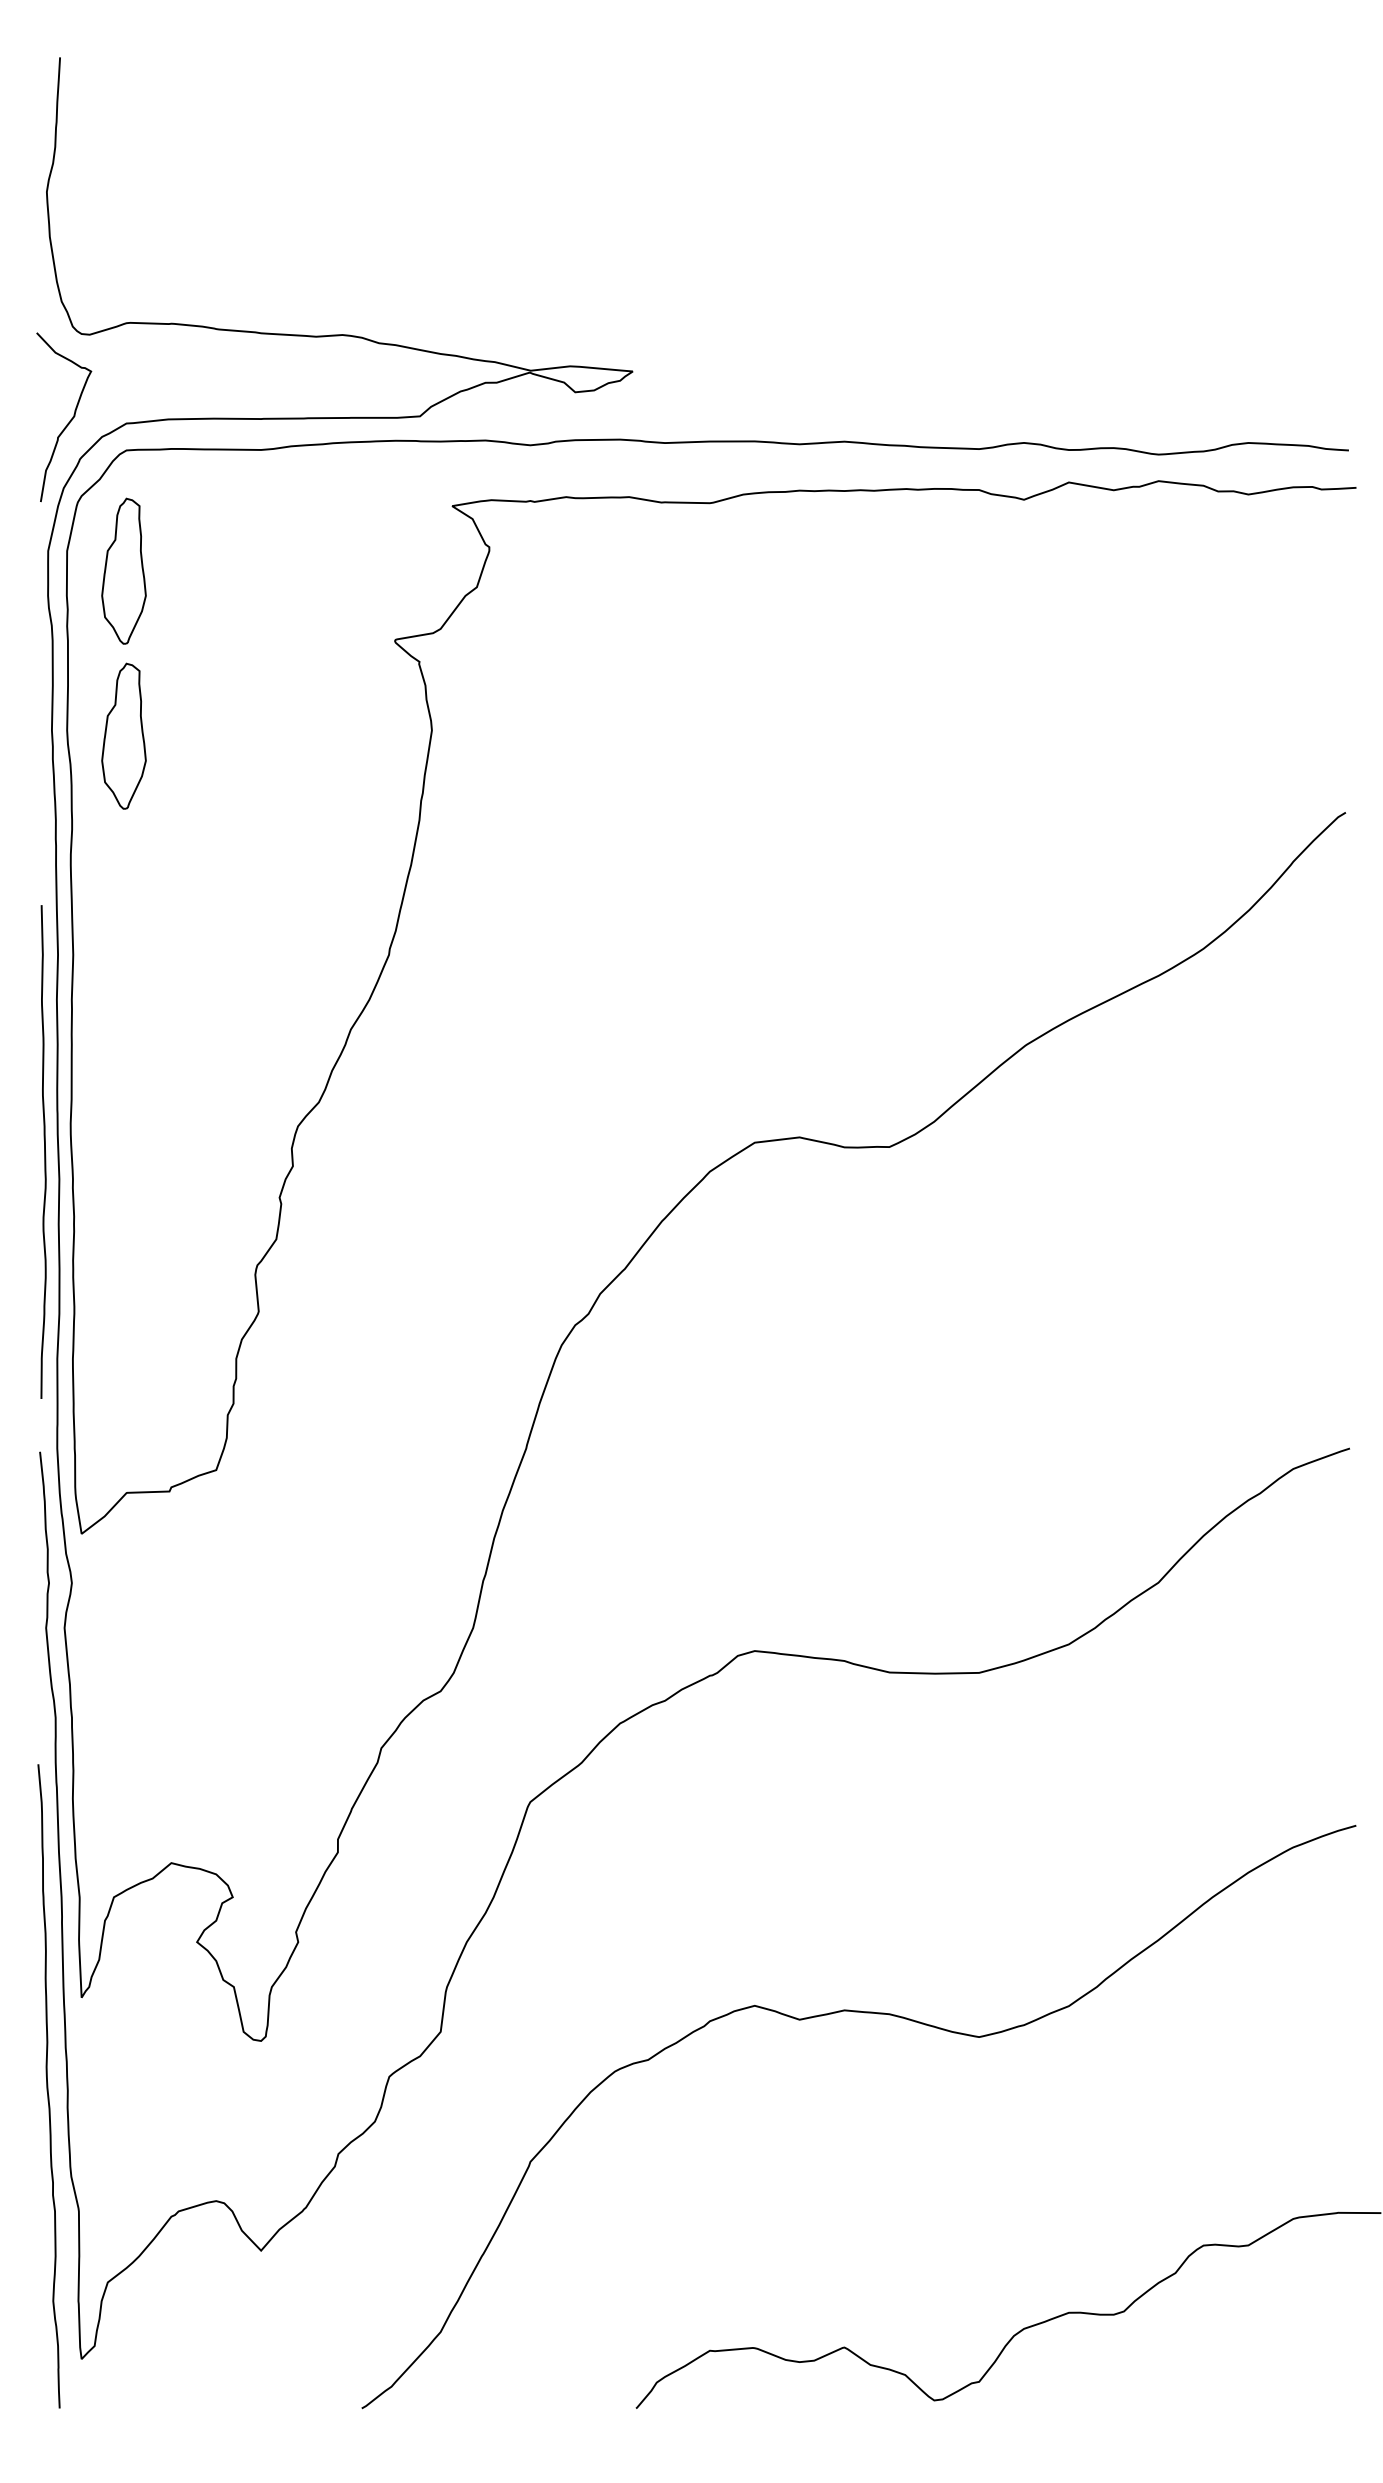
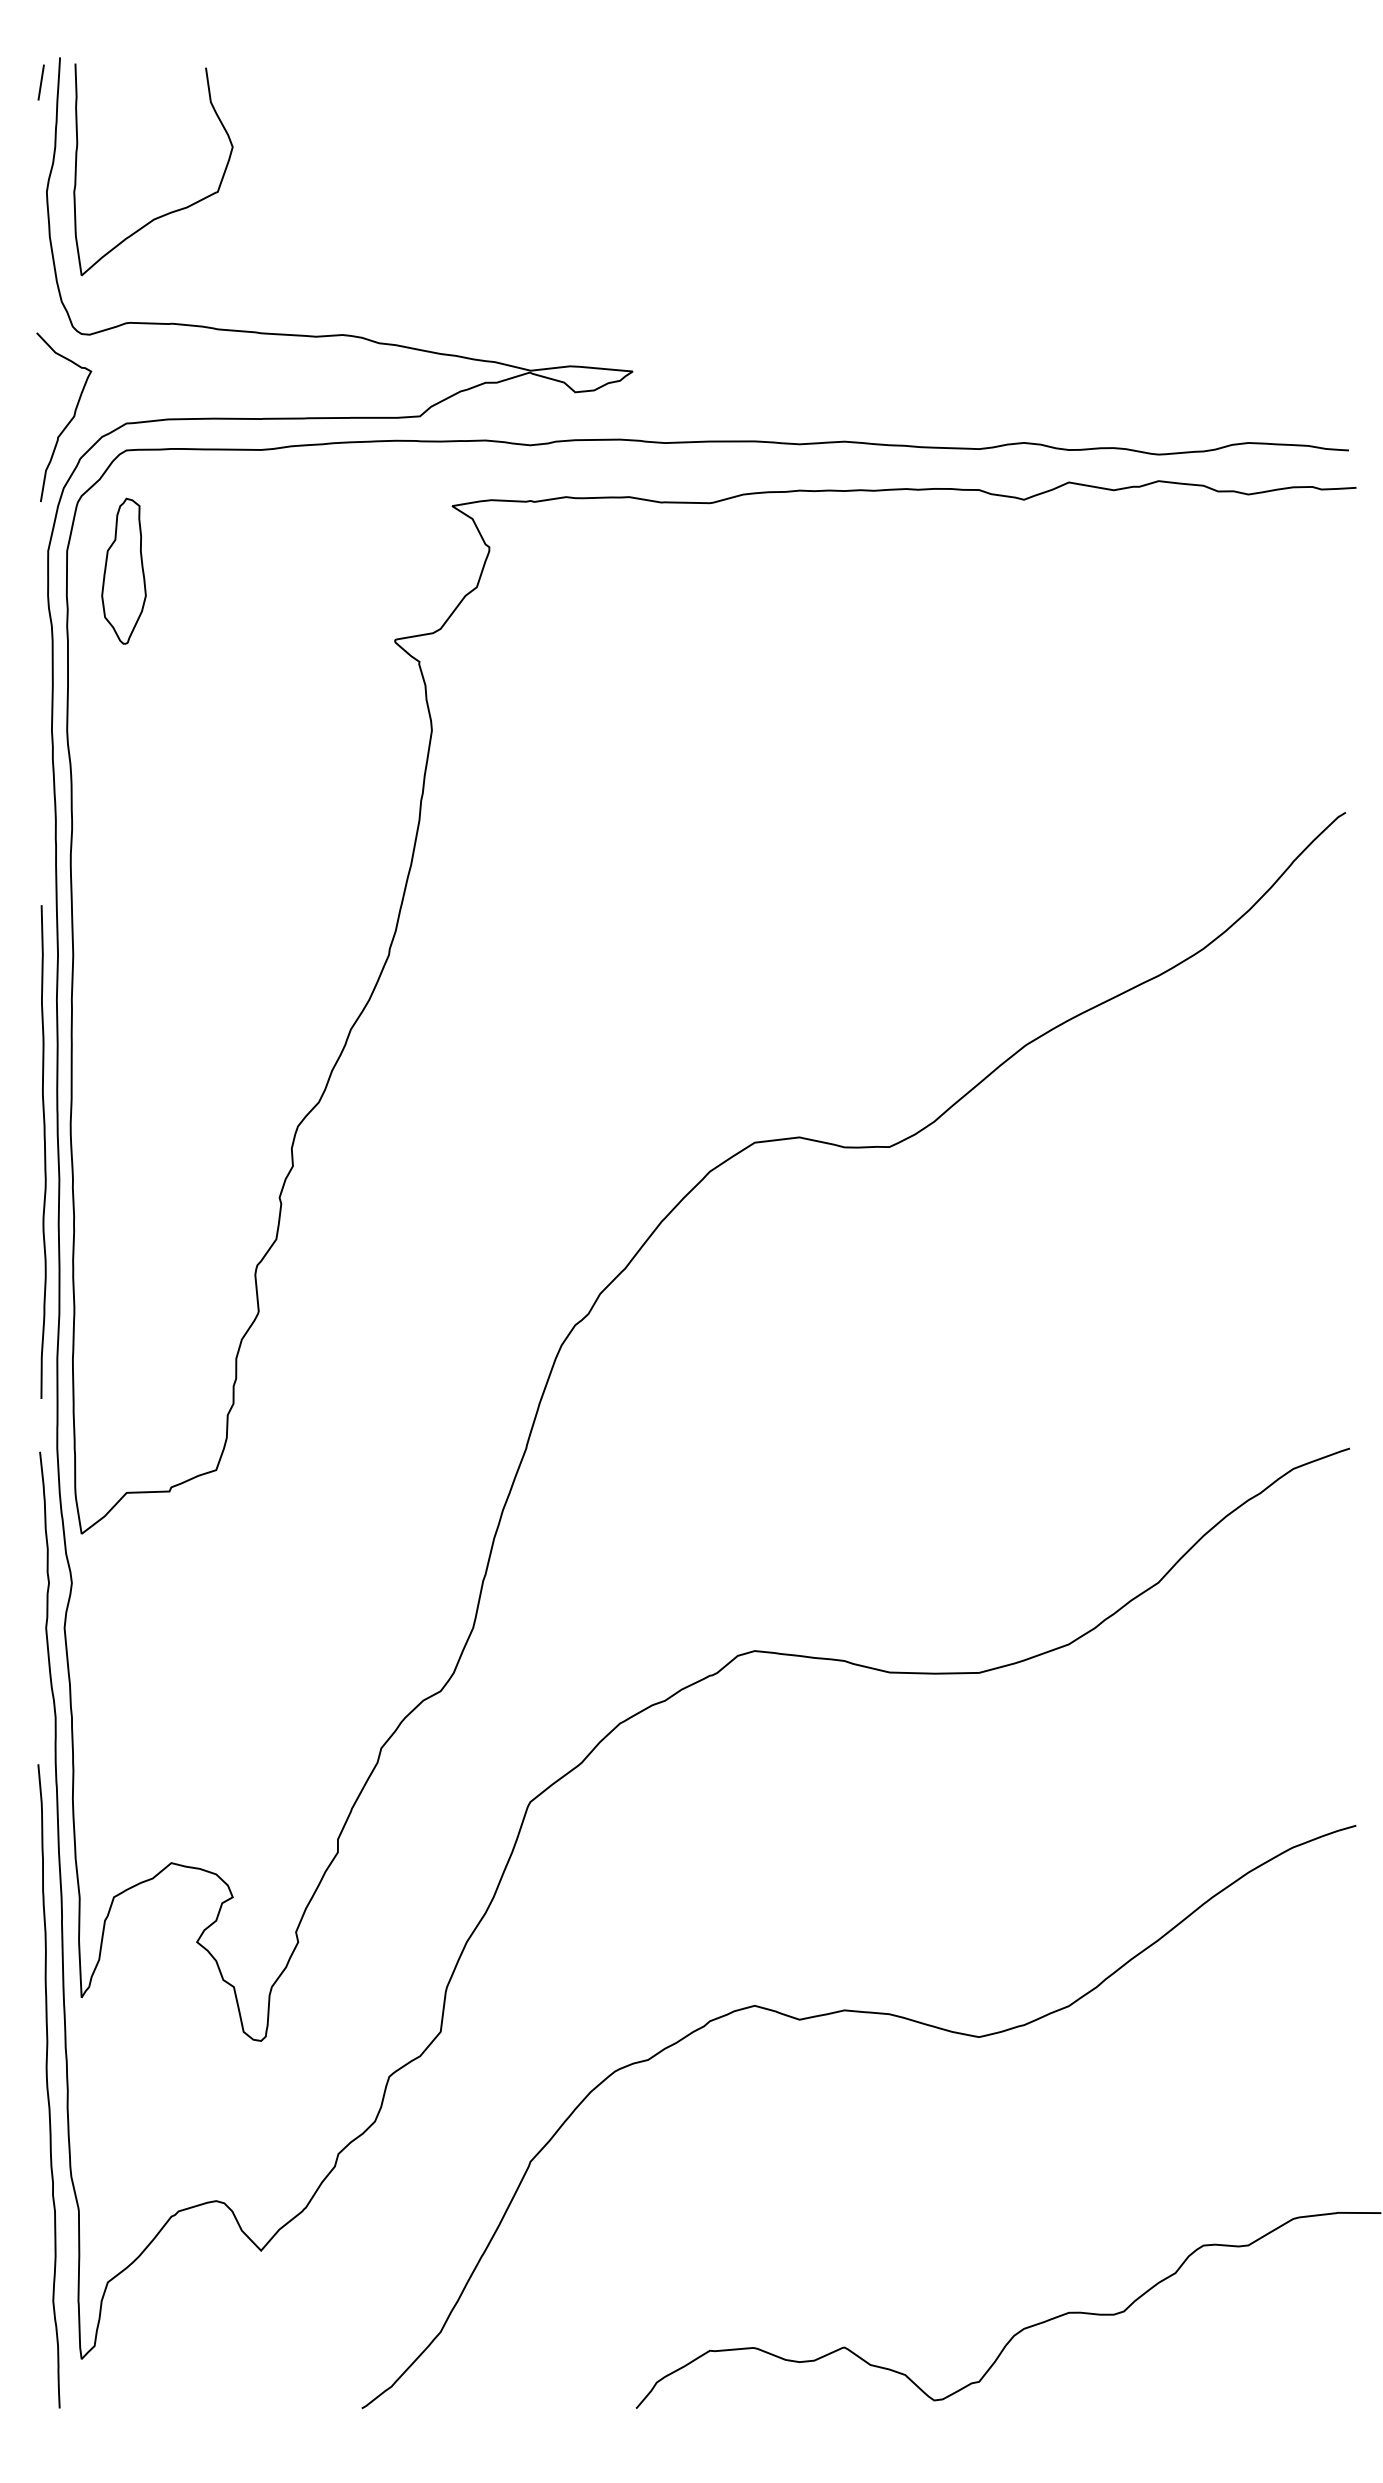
line at (40, 82): none -> present
curve at (170, 211): none -> present
part at (123, 735): present -> none
